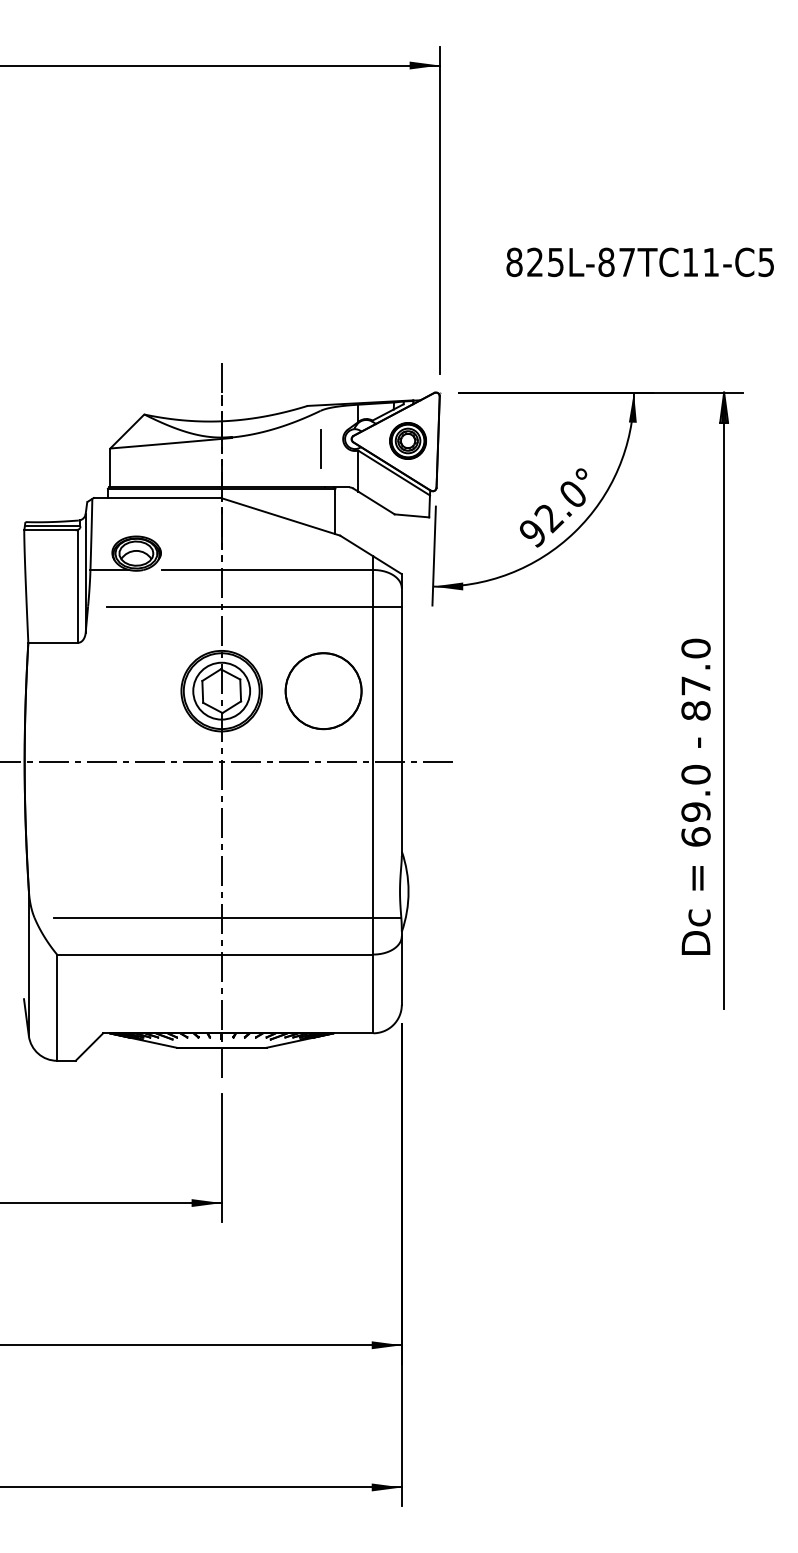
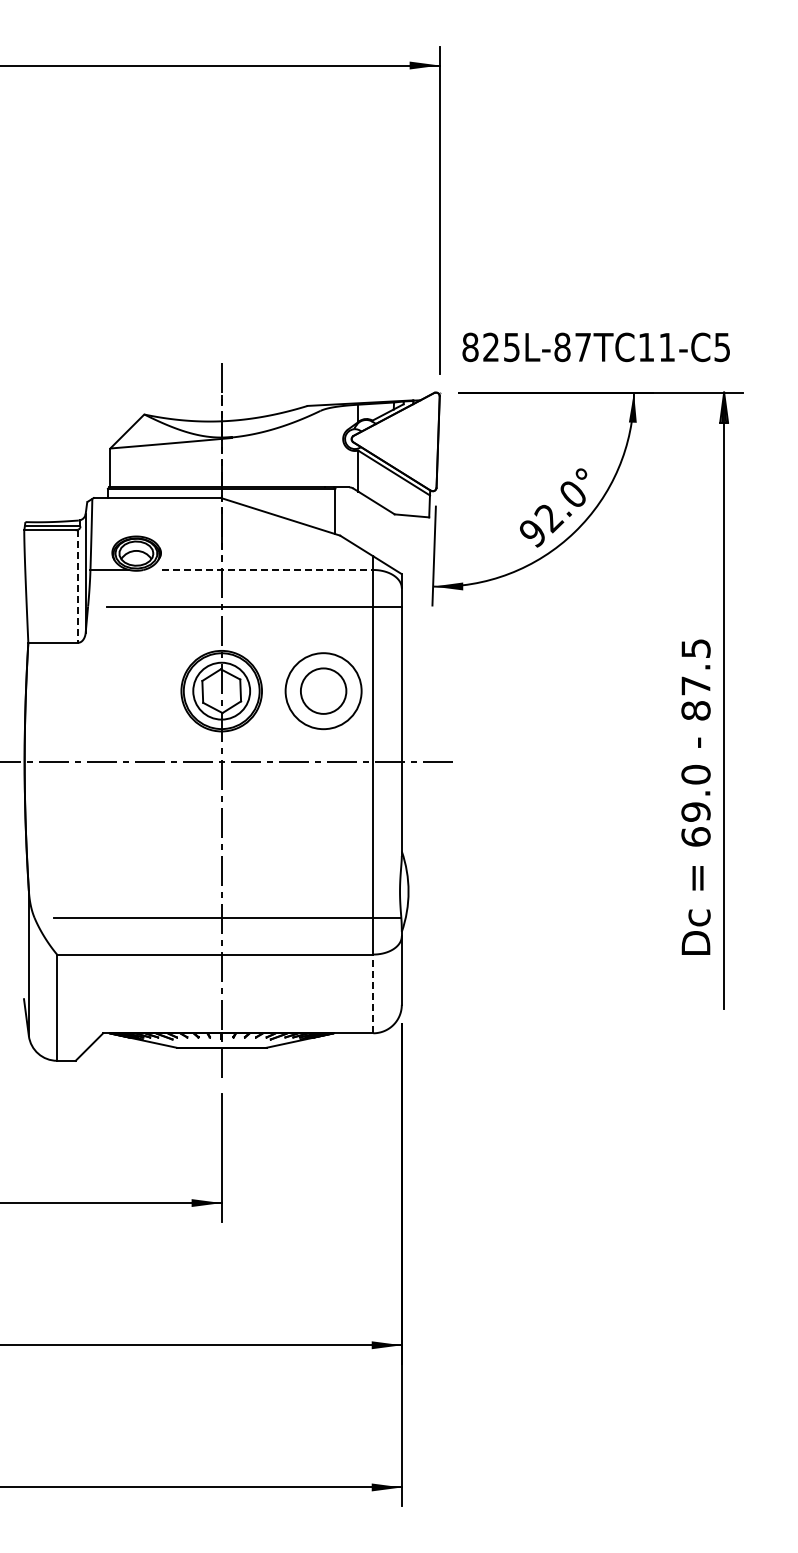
text at (639, 262) position: (639, 262) -> (595, 347)
part at (407, 440): present -> none
line at (320, 448): present -> none
line at (268, 569): solid -> dashed
line at (78, 586): solid -> dashed
text at (695, 648): 87.0 -> 87.5
circle at (323, 691) diameter: 76 px -> 46 px
line at (373, 993): solid -> dashed
